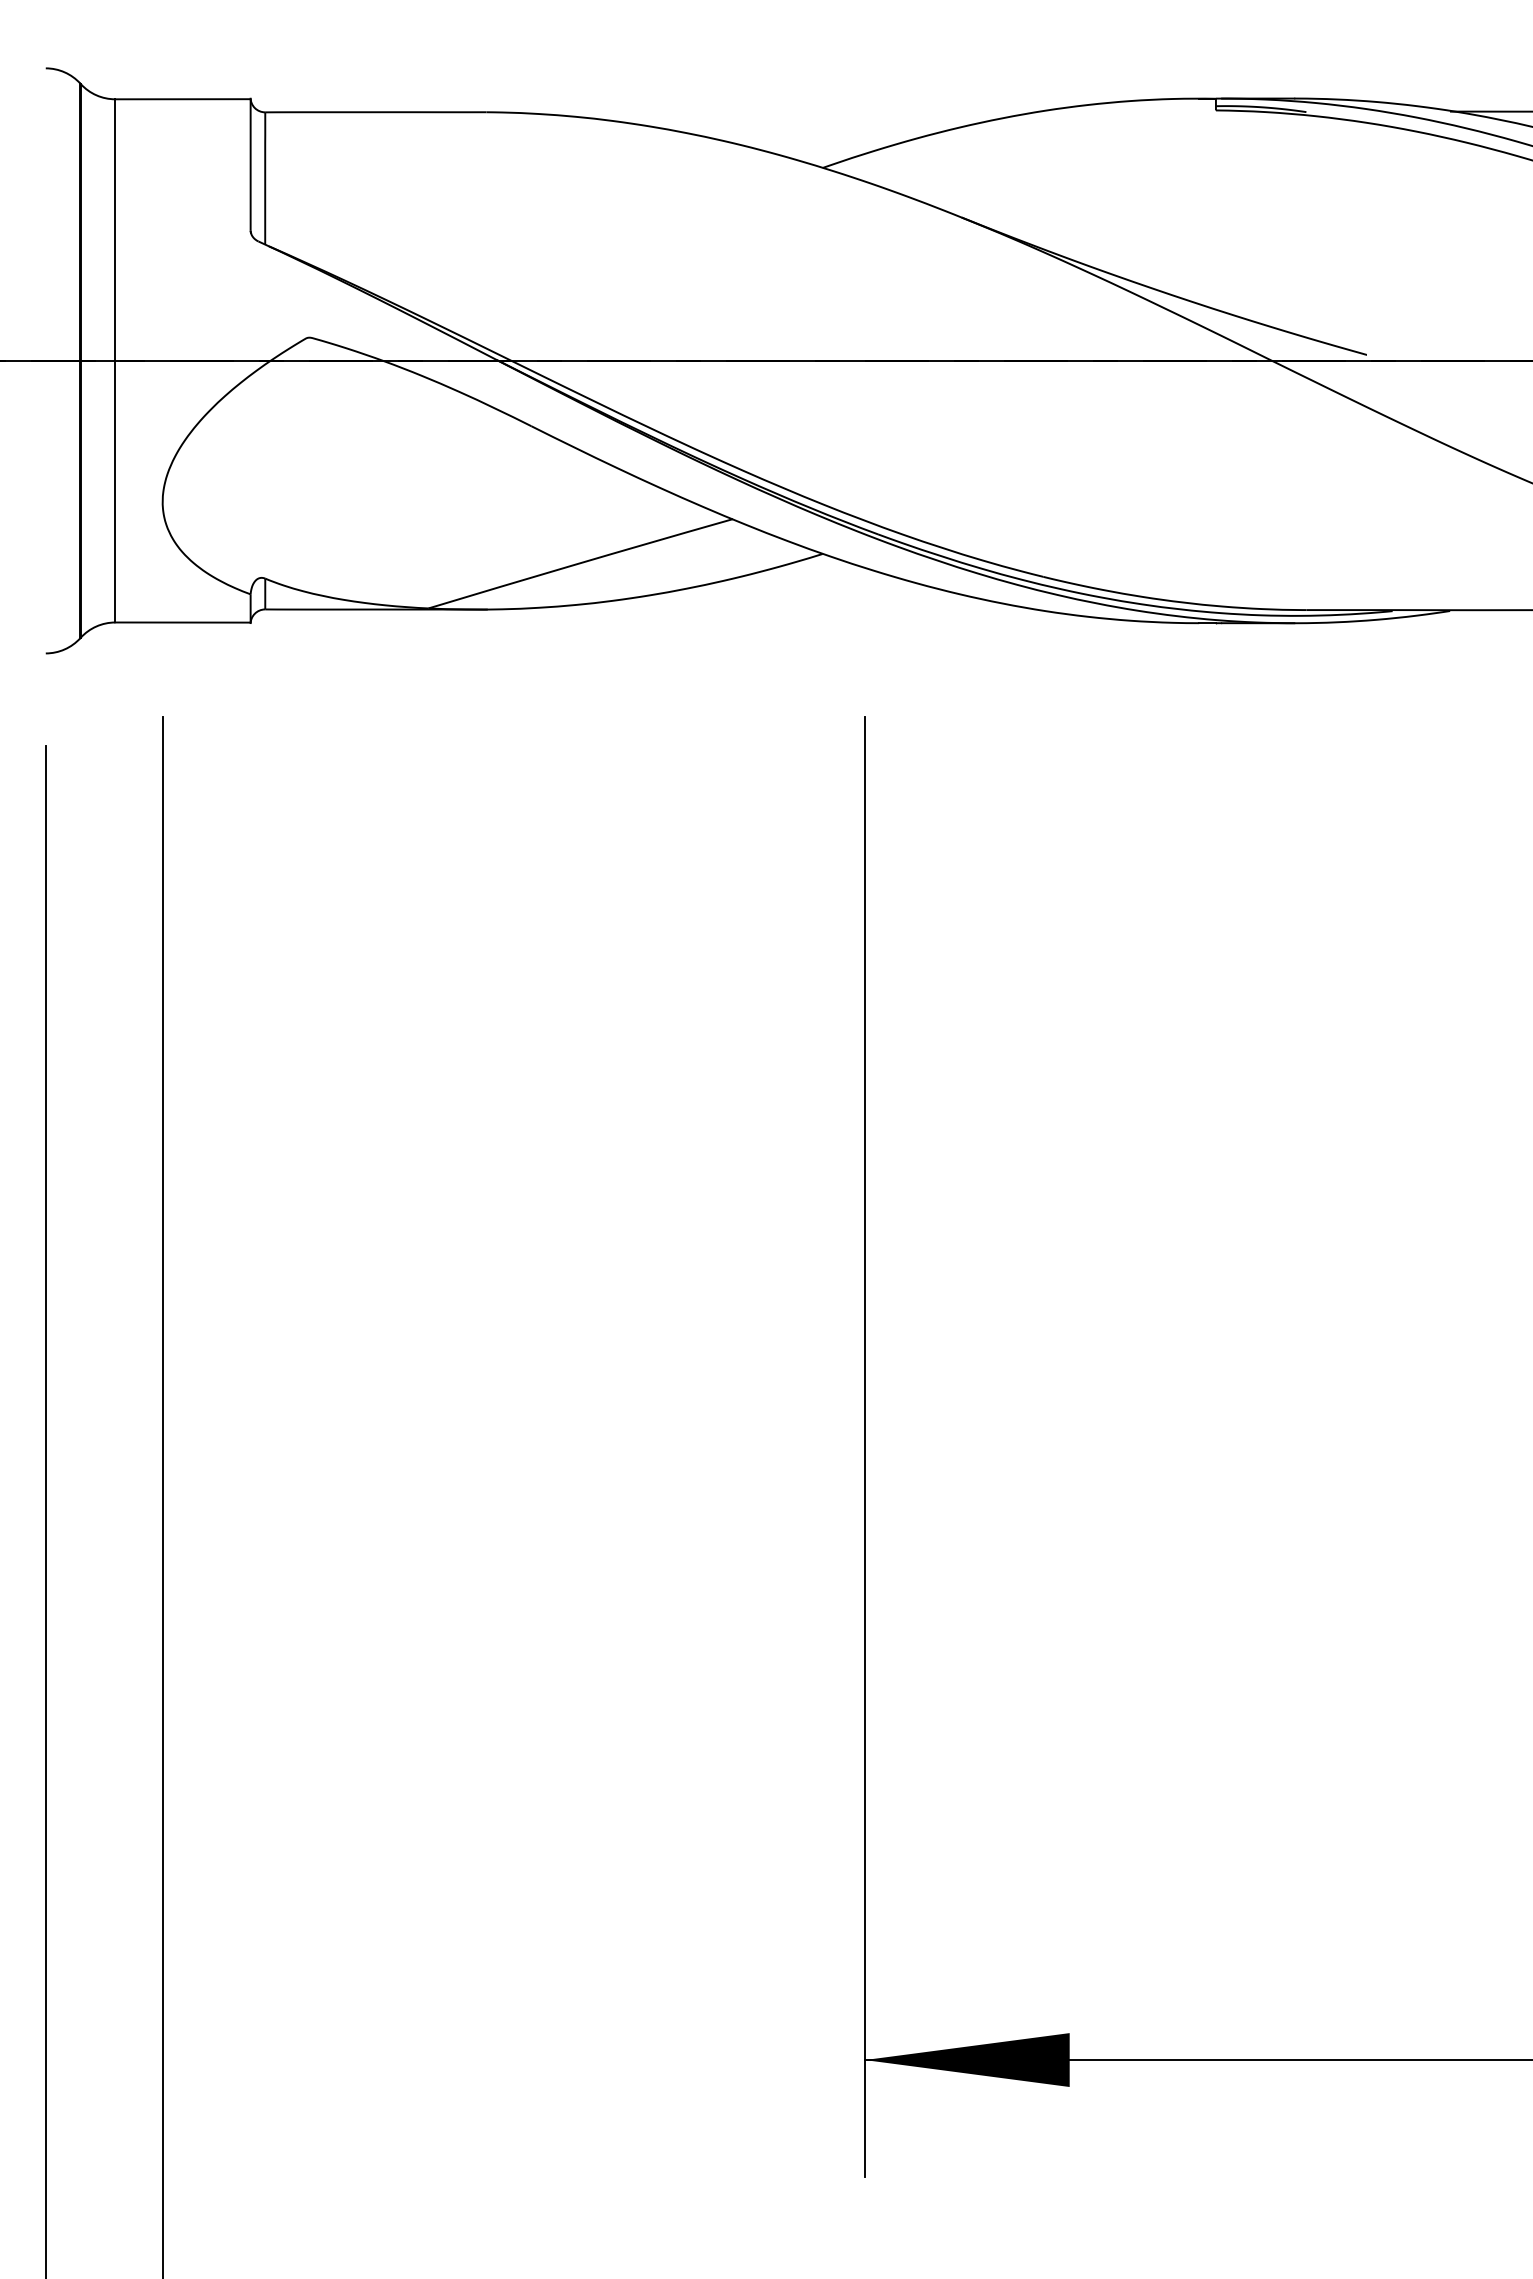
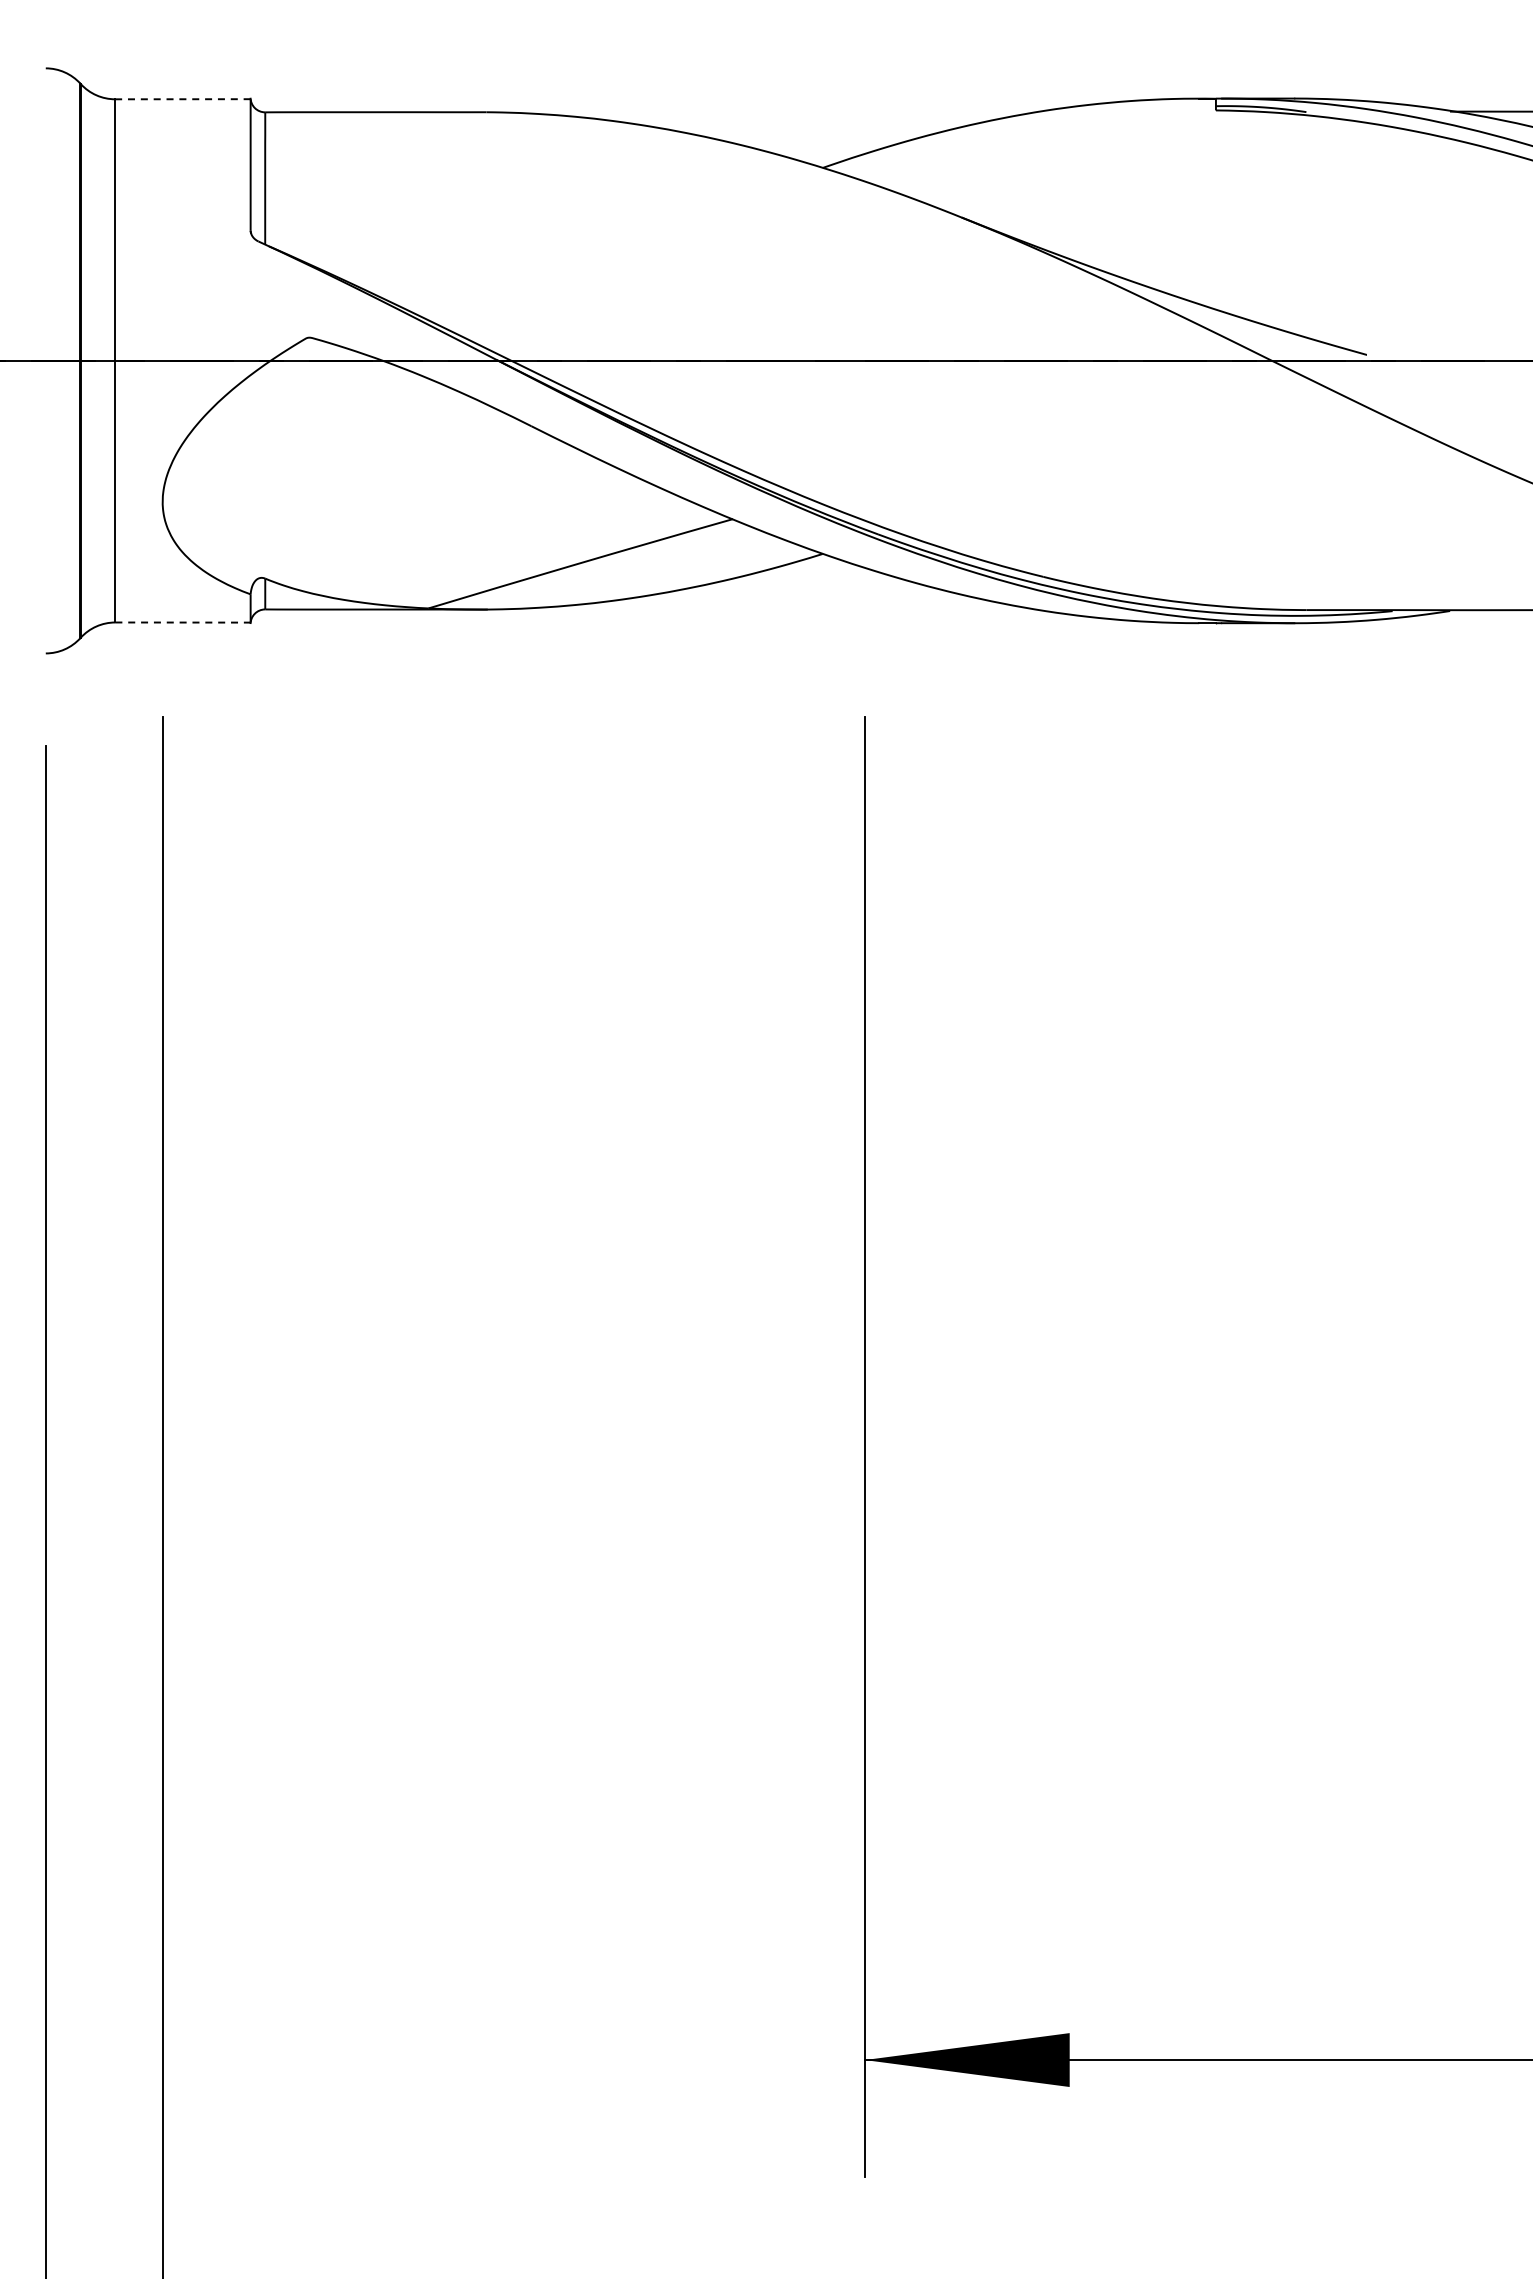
line at (183, 99): solid -> dashed
line at (183, 622): solid -> dashed
